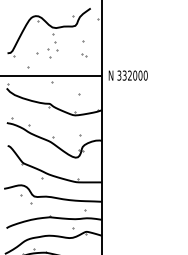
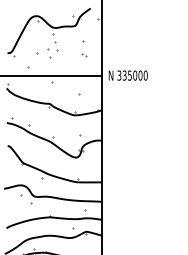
text at (129, 75): 332000 -> 335000
